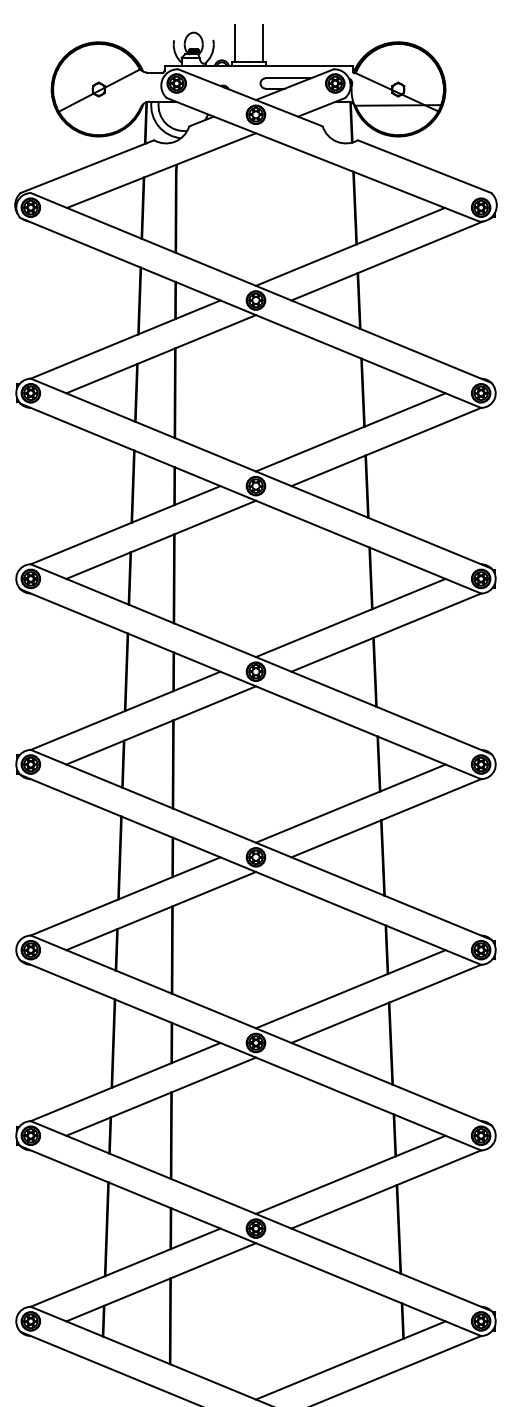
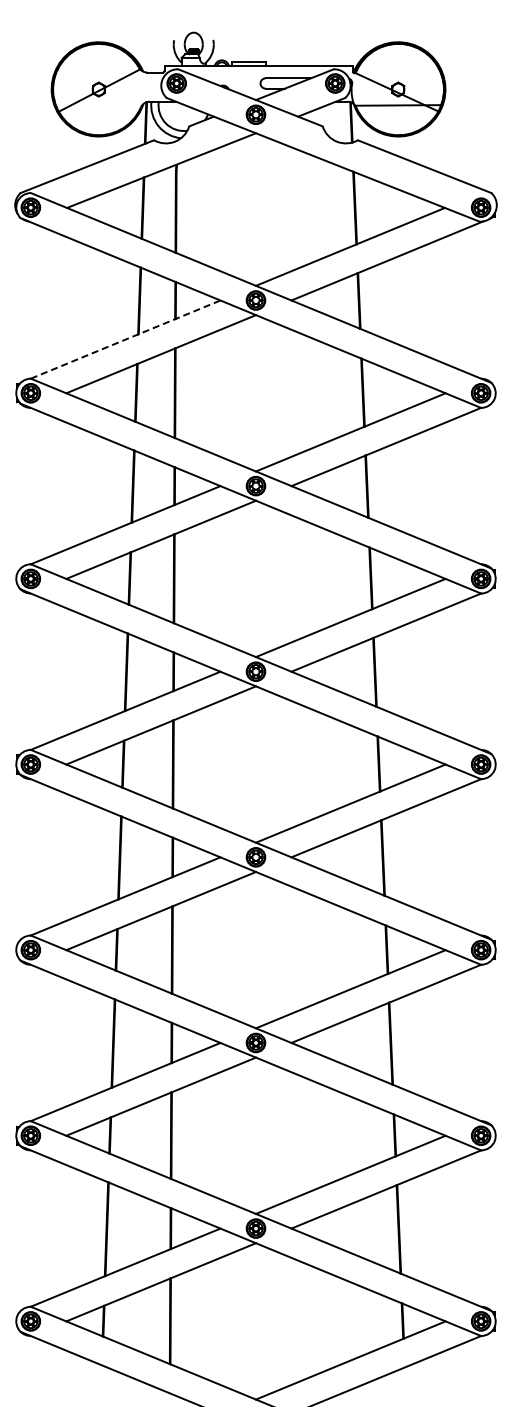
line at (234, 43): present -> none
line at (262, 43): present -> none
line at (125, 339): solid -> dashed
